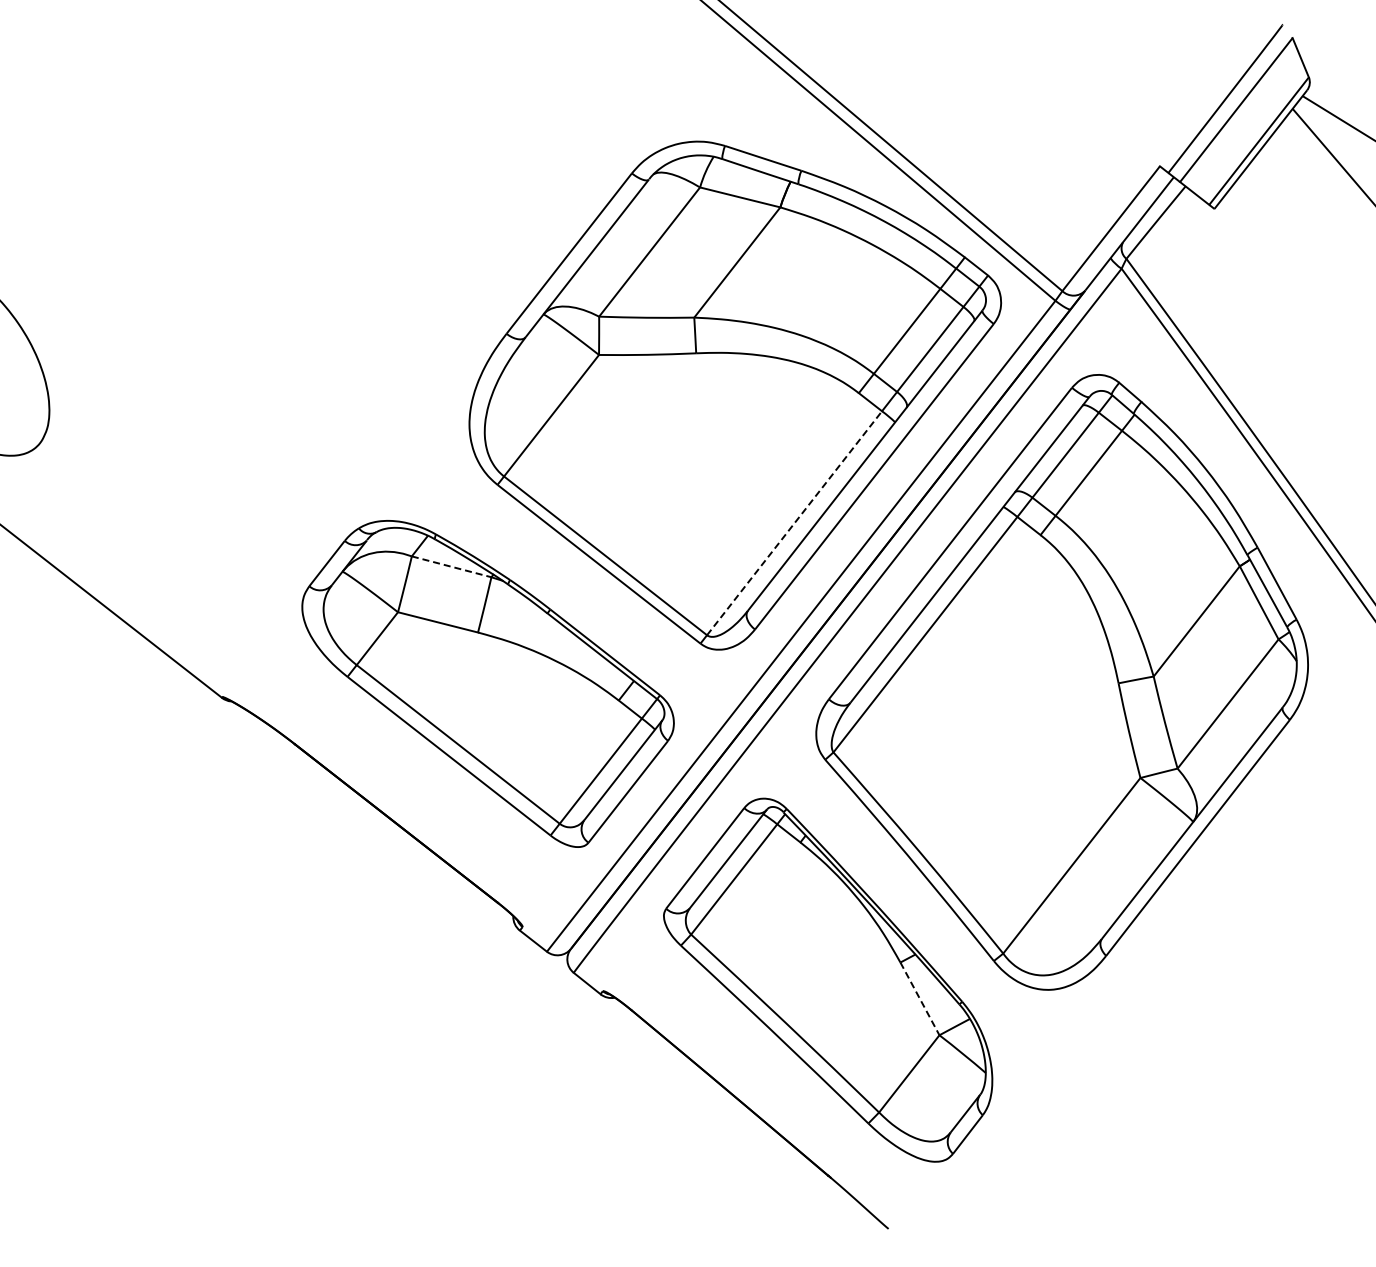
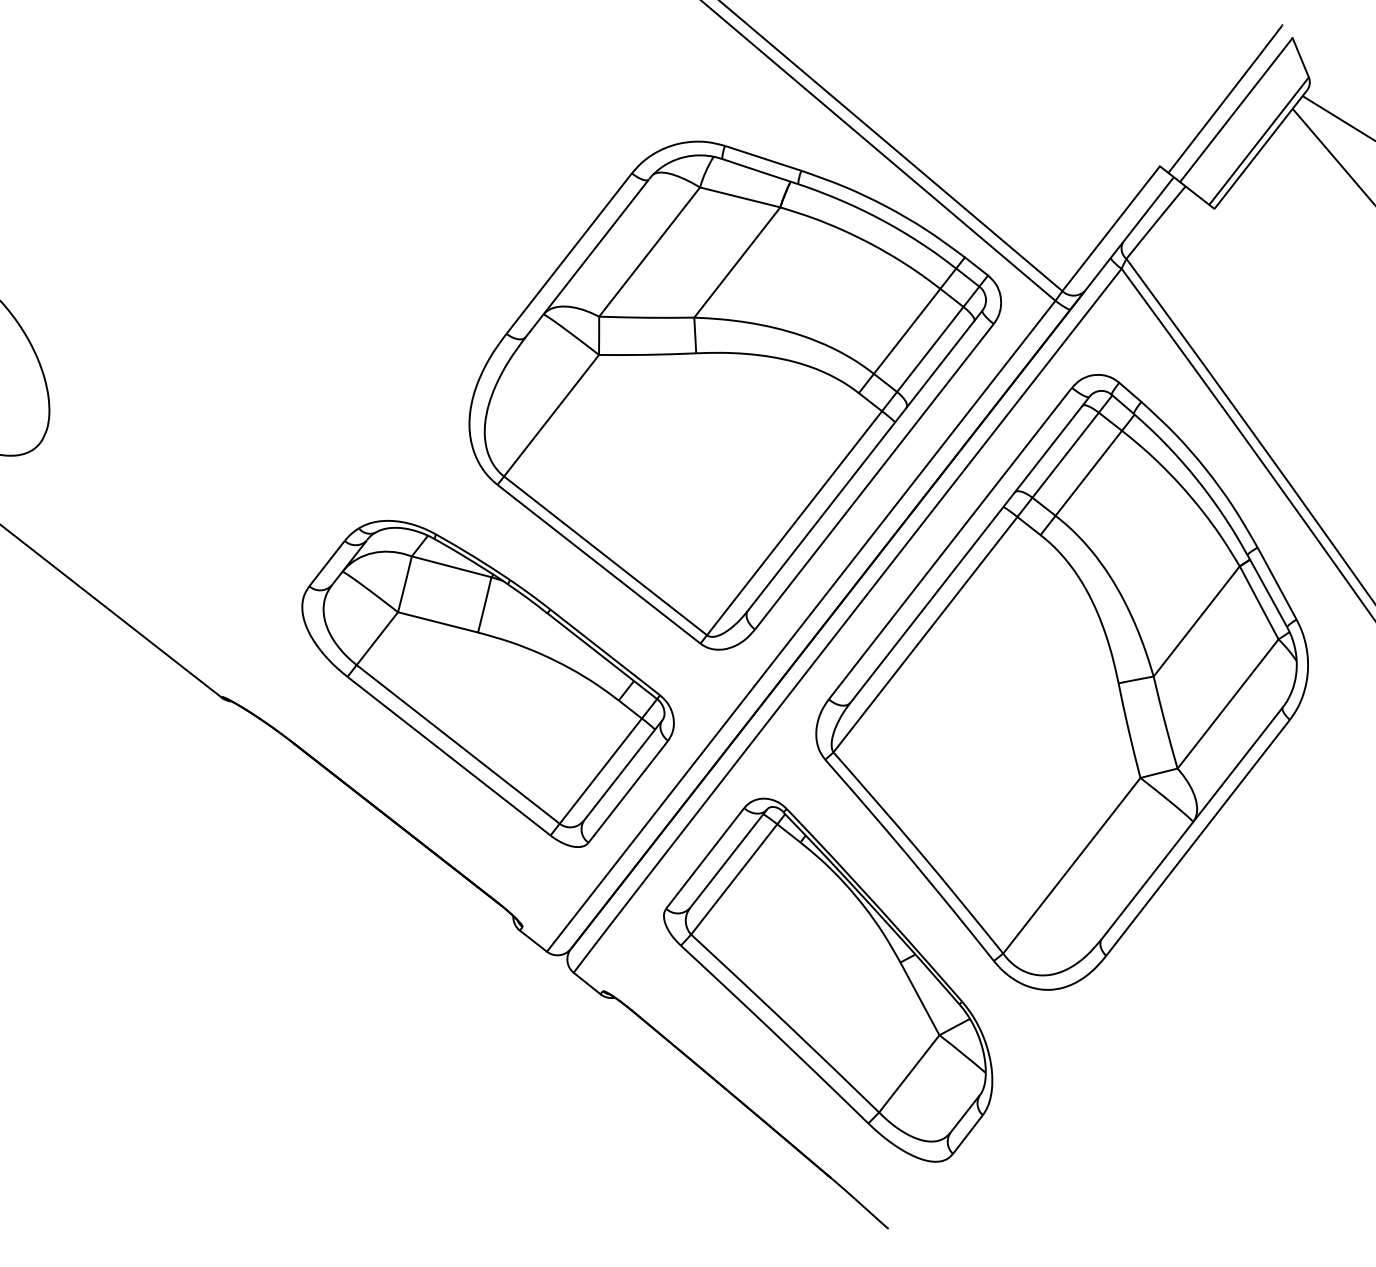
line at (794, 522): dashed -> solid
line at (452, 566): dashed -> solid
line at (920, 999): dashed -> solid
